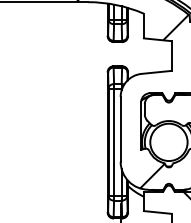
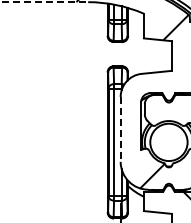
line at (44, 2): solid -> dashed
line at (120, 129): solid -> dashed
